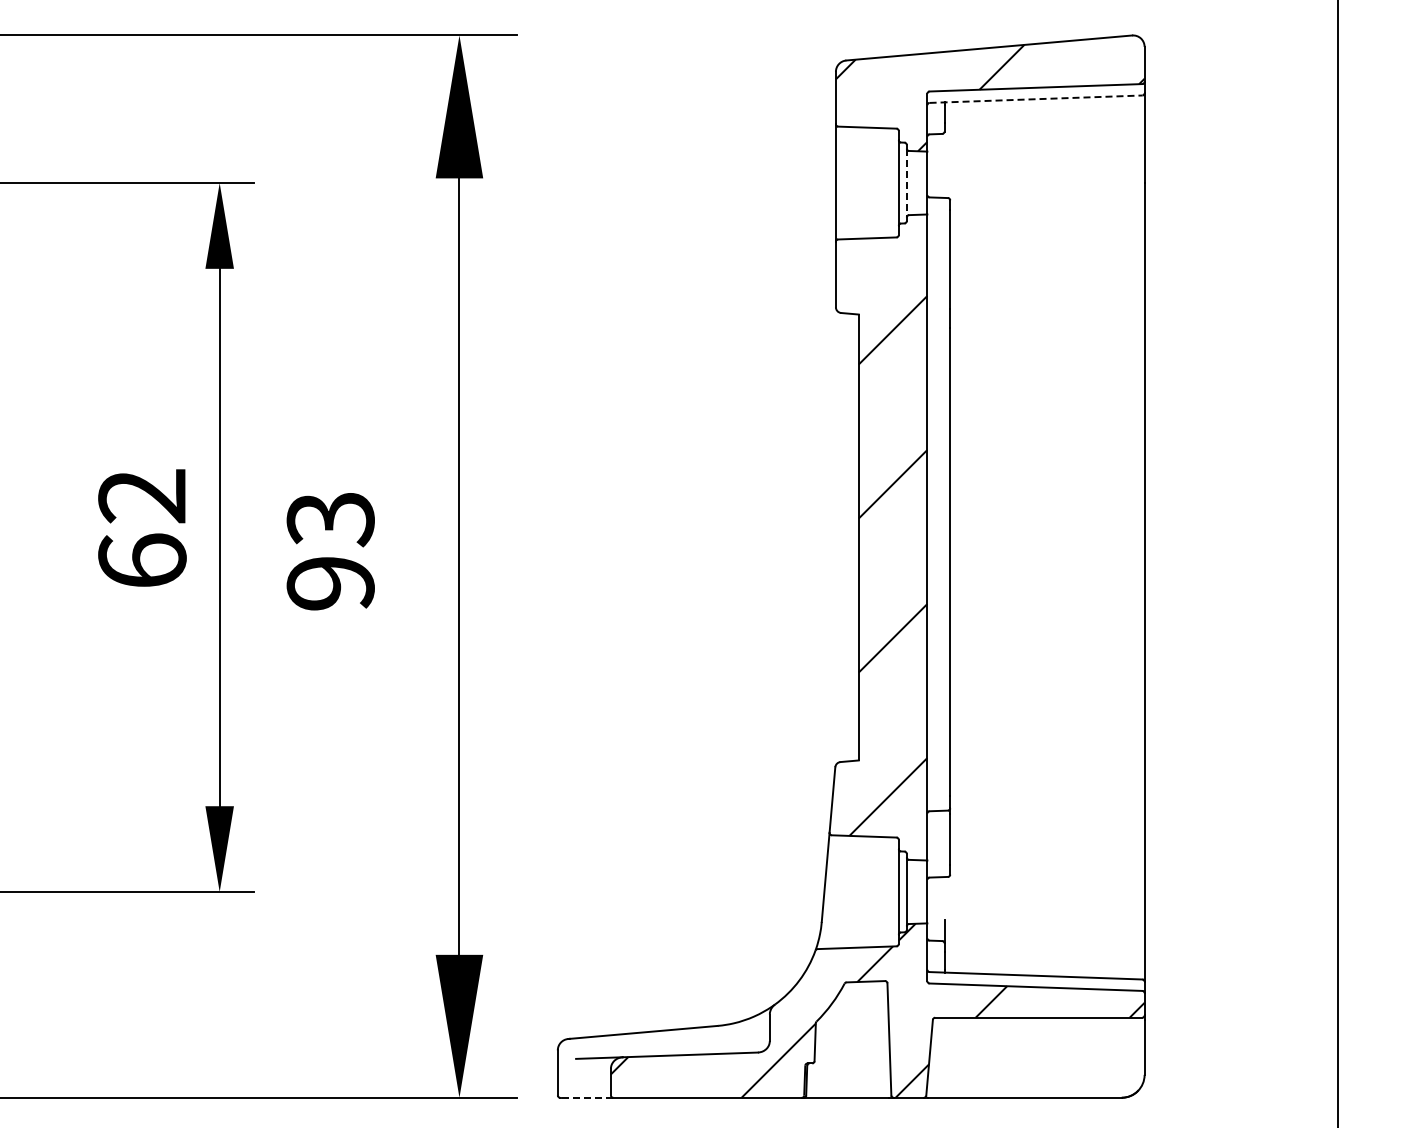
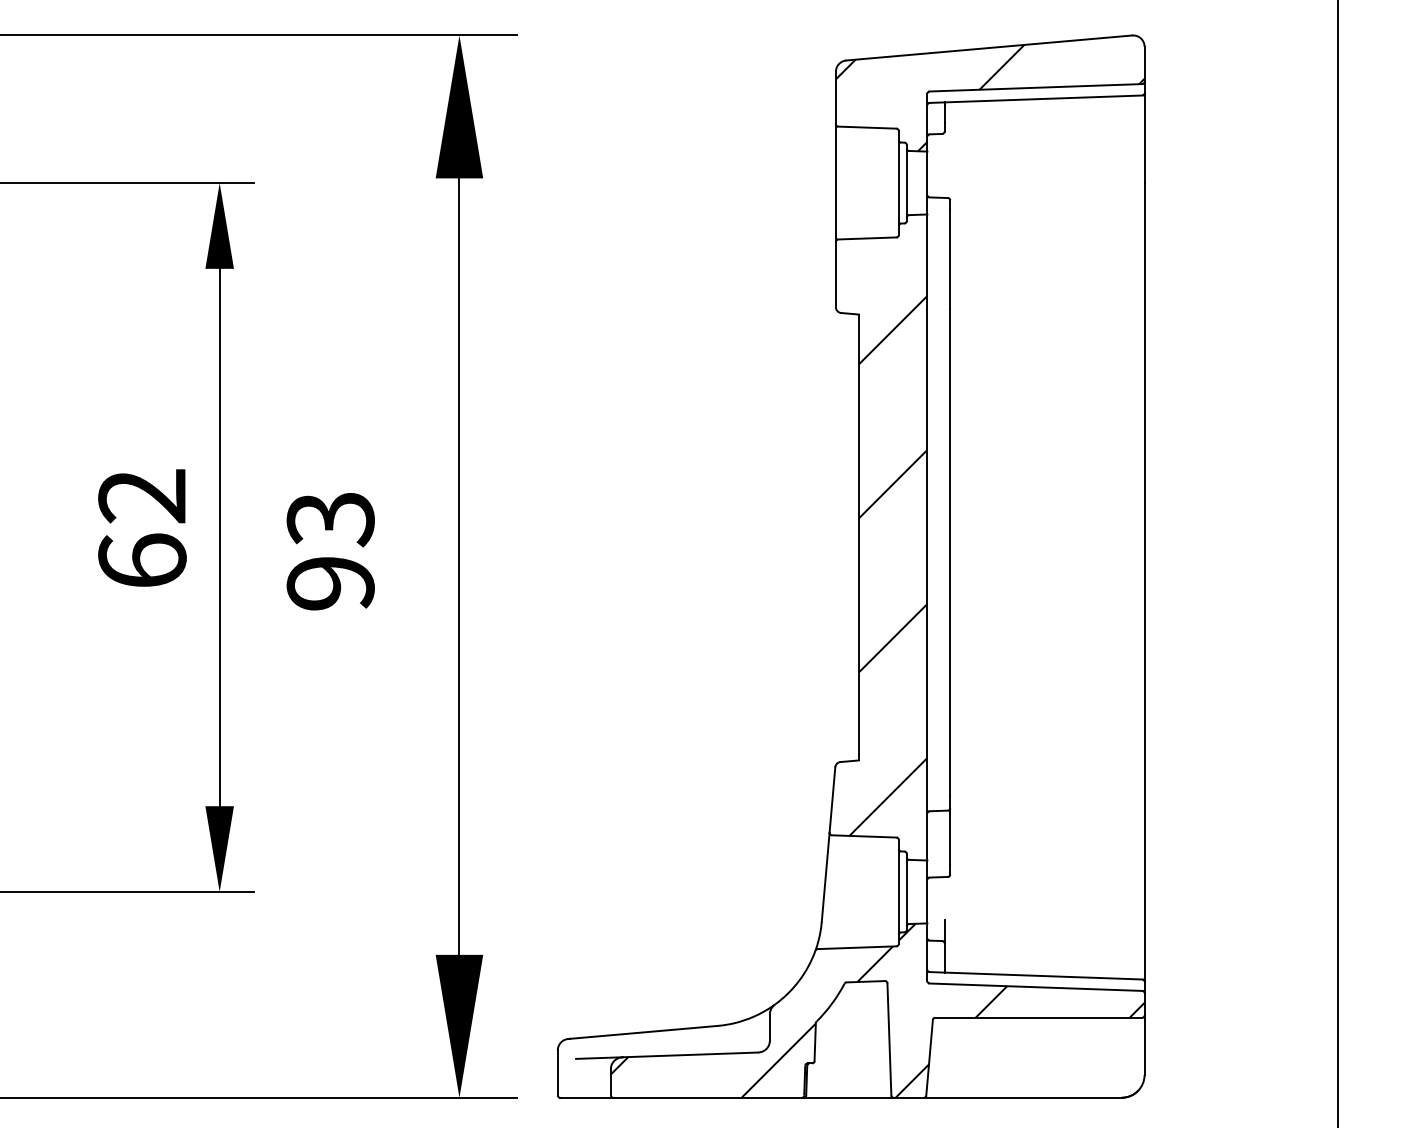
line at (1036, 99): dashed -> solid
line at (906, 183): dashed -> solid
line at (586, 1097): dashed -> solid
